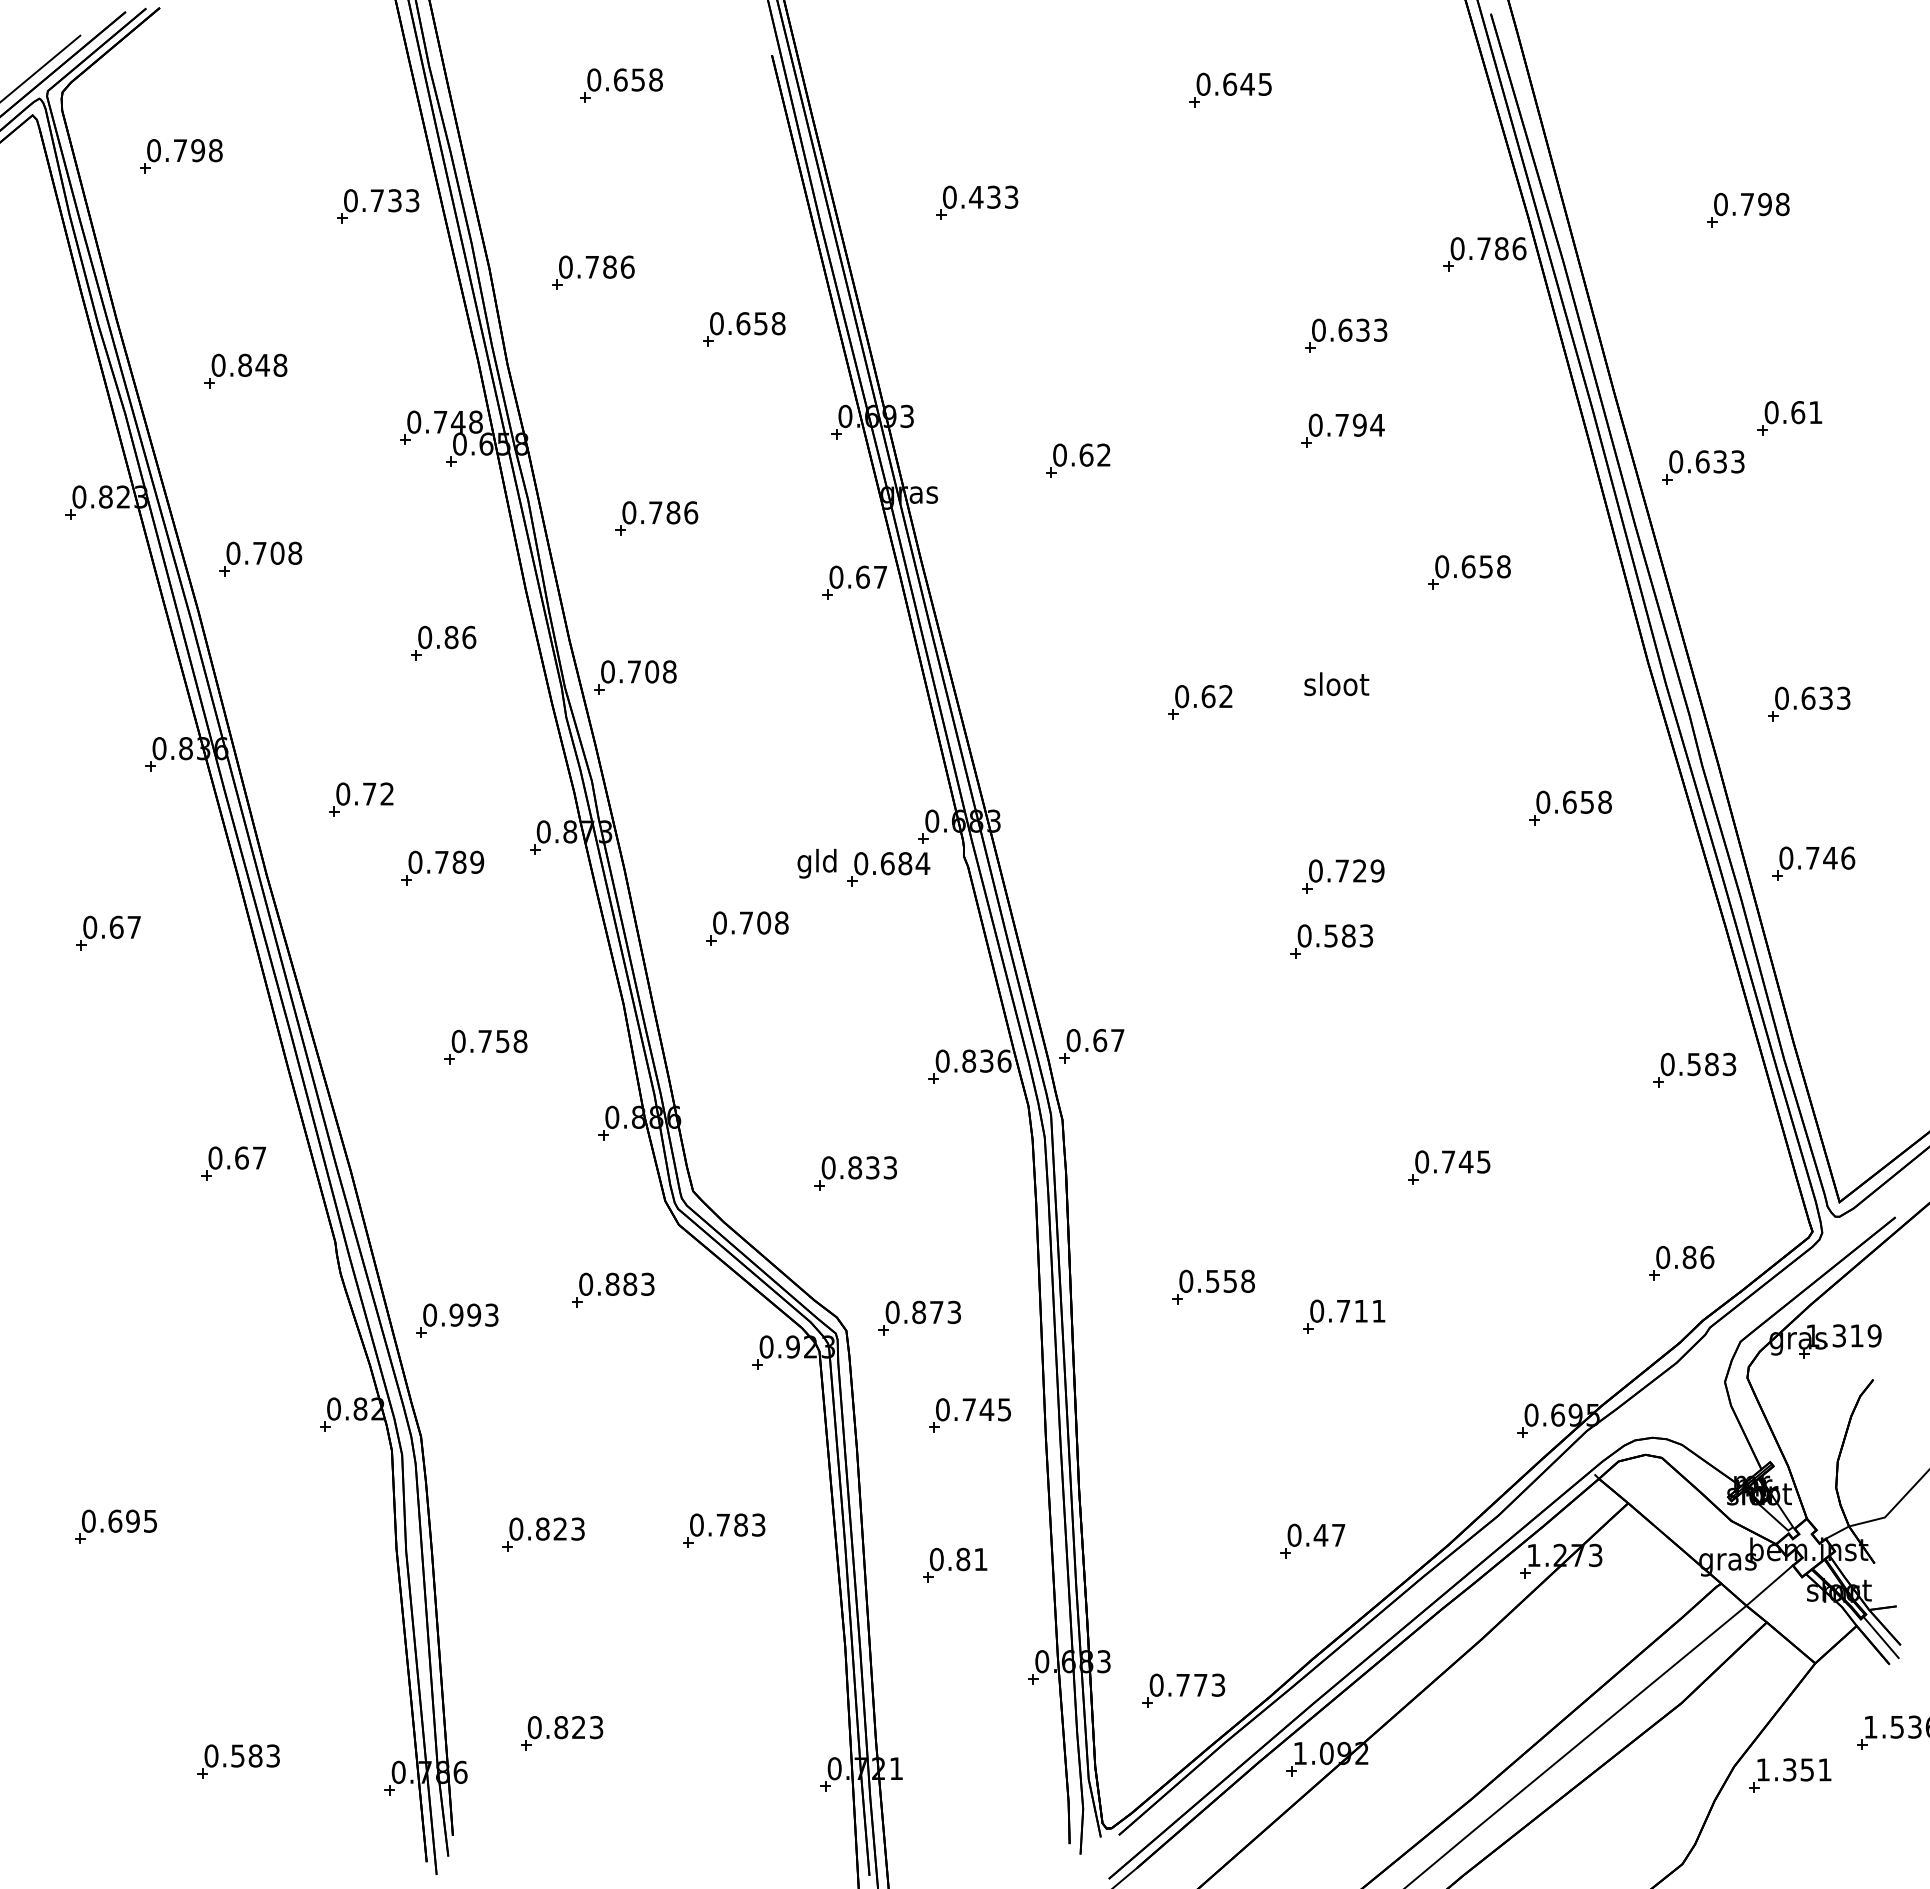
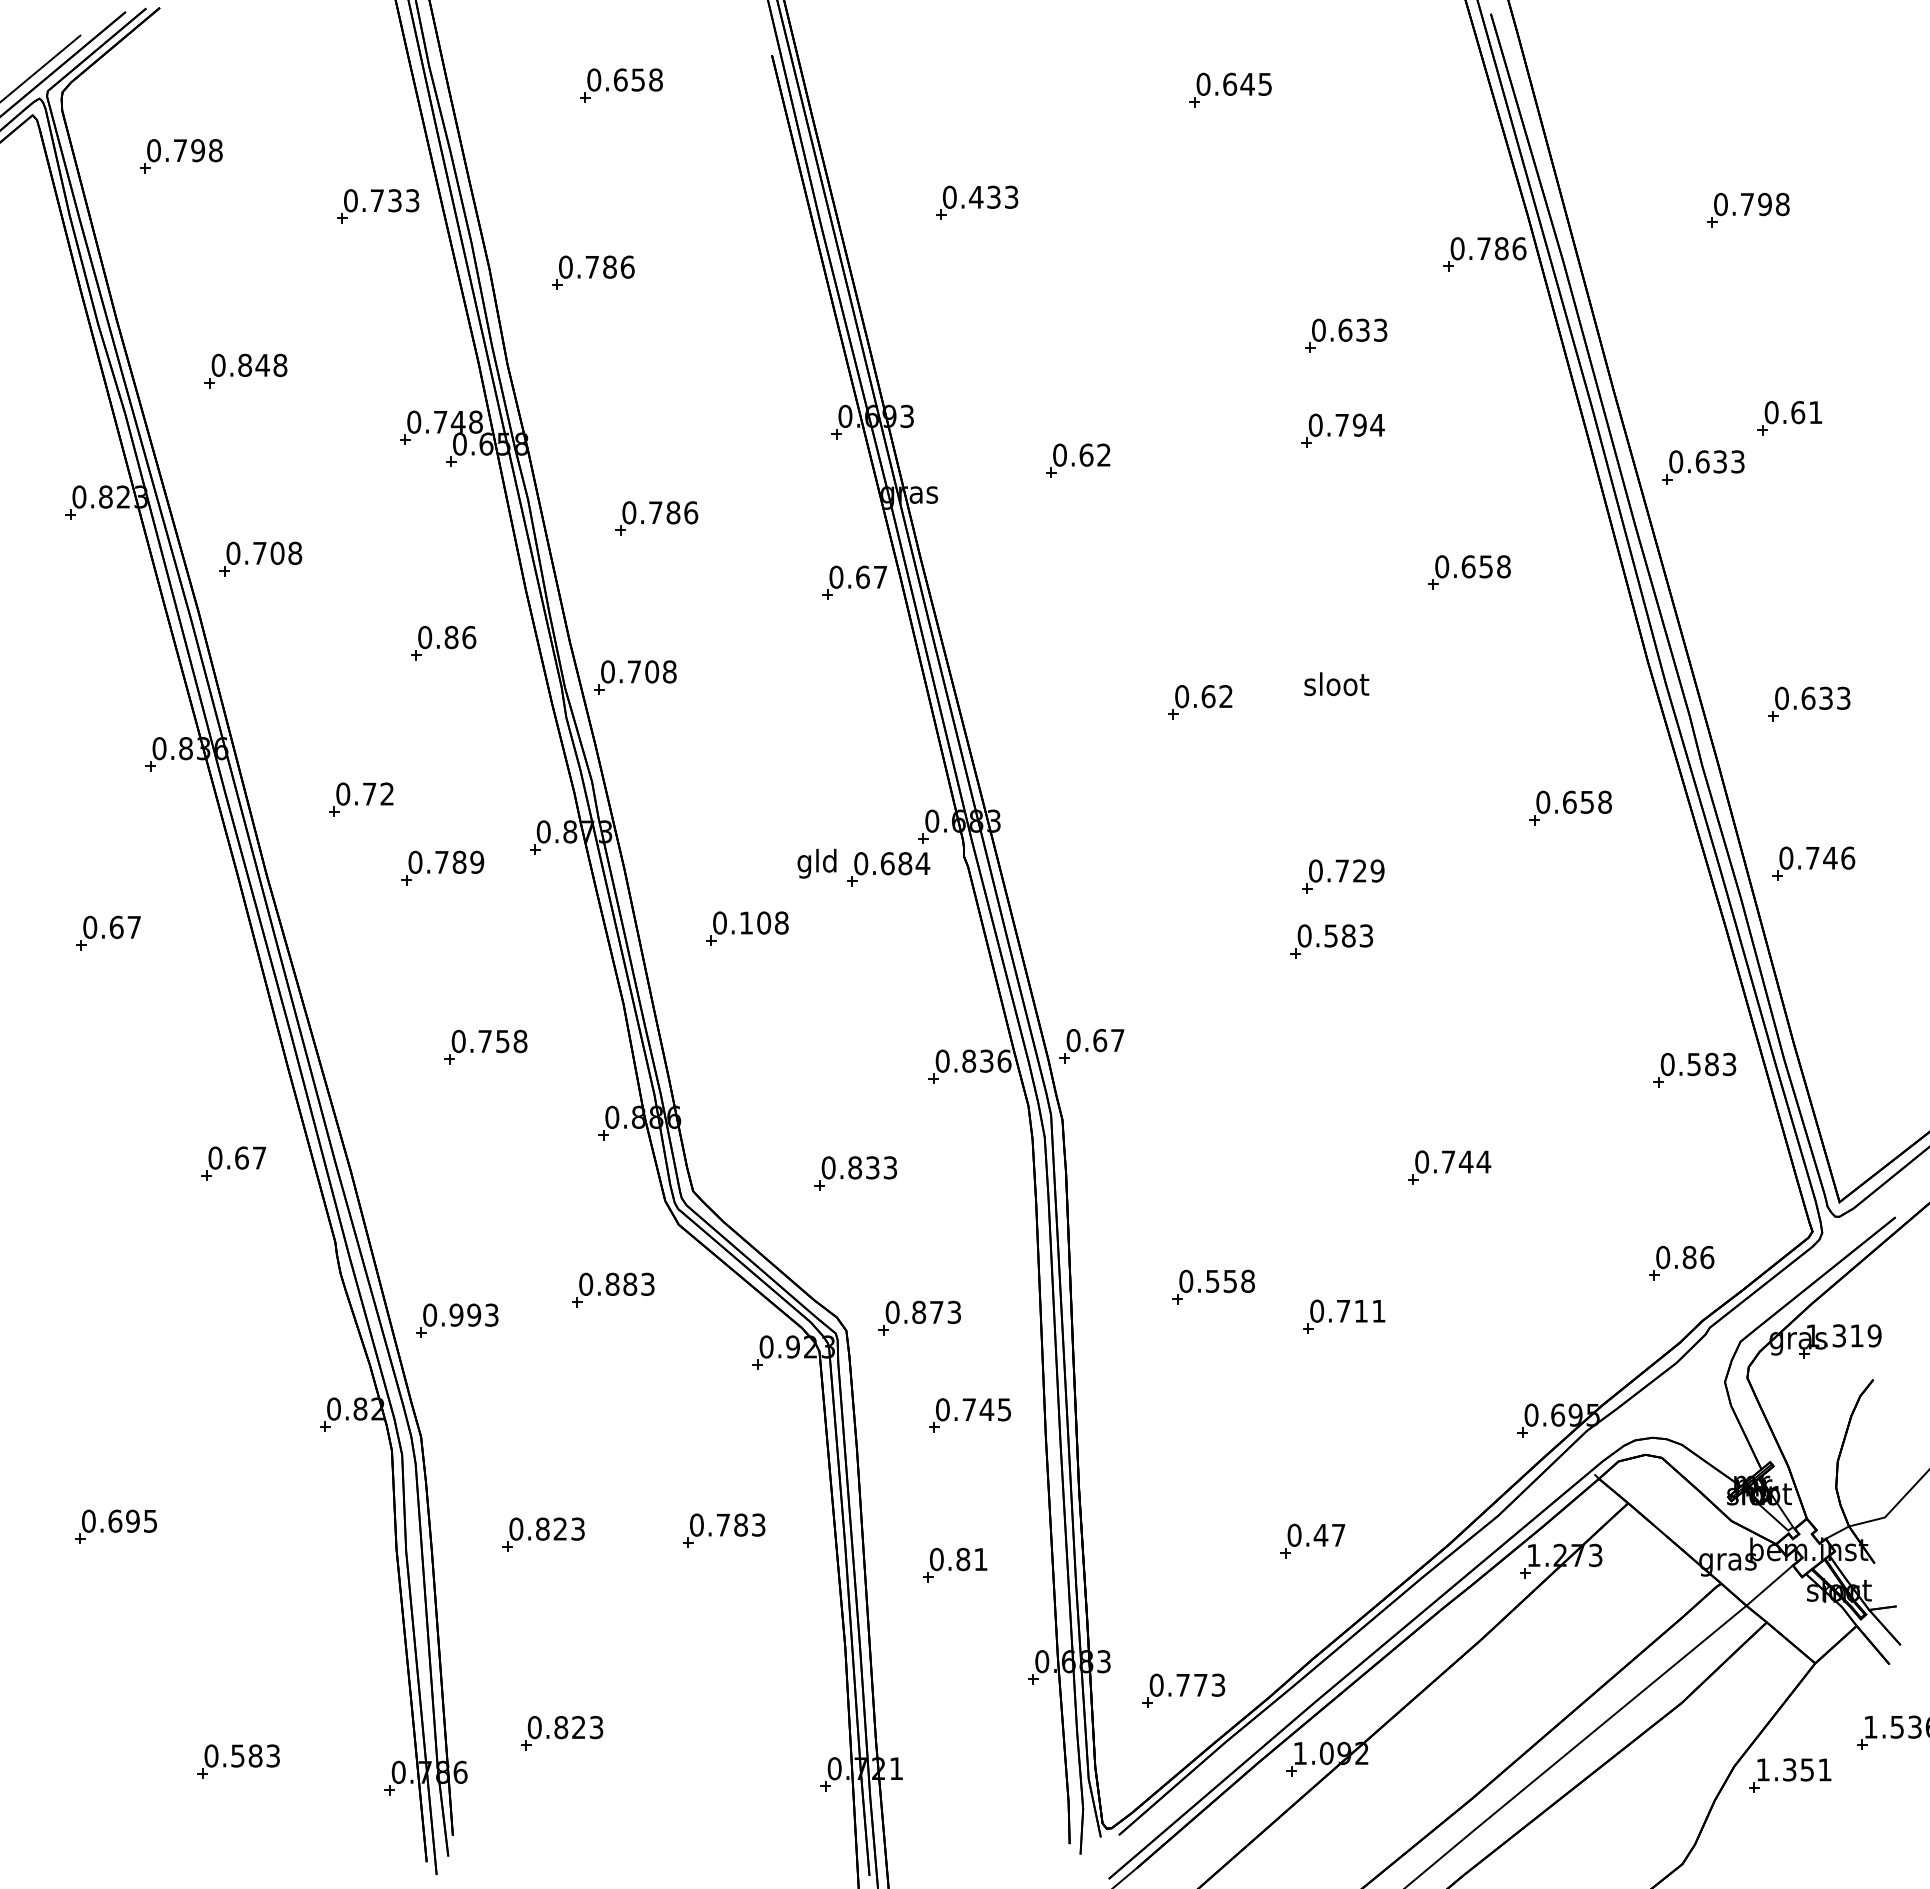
part at (744, 329): present -> none
text at (746, 922): 0.708 -> 0.108
text at (1483, 1161): 0.745 -> 0.744
line at (1880, 1637): present -> none
